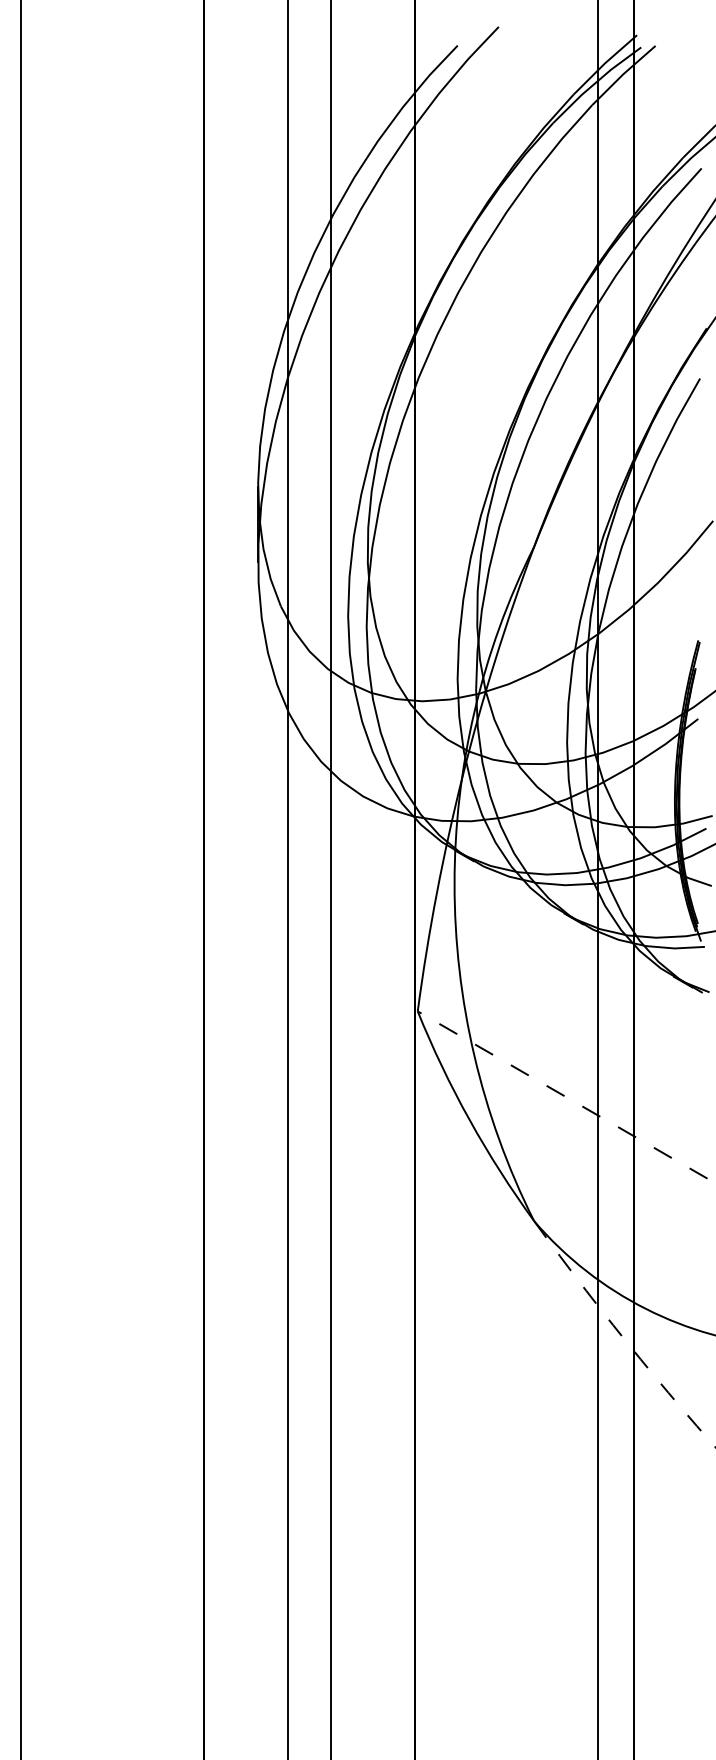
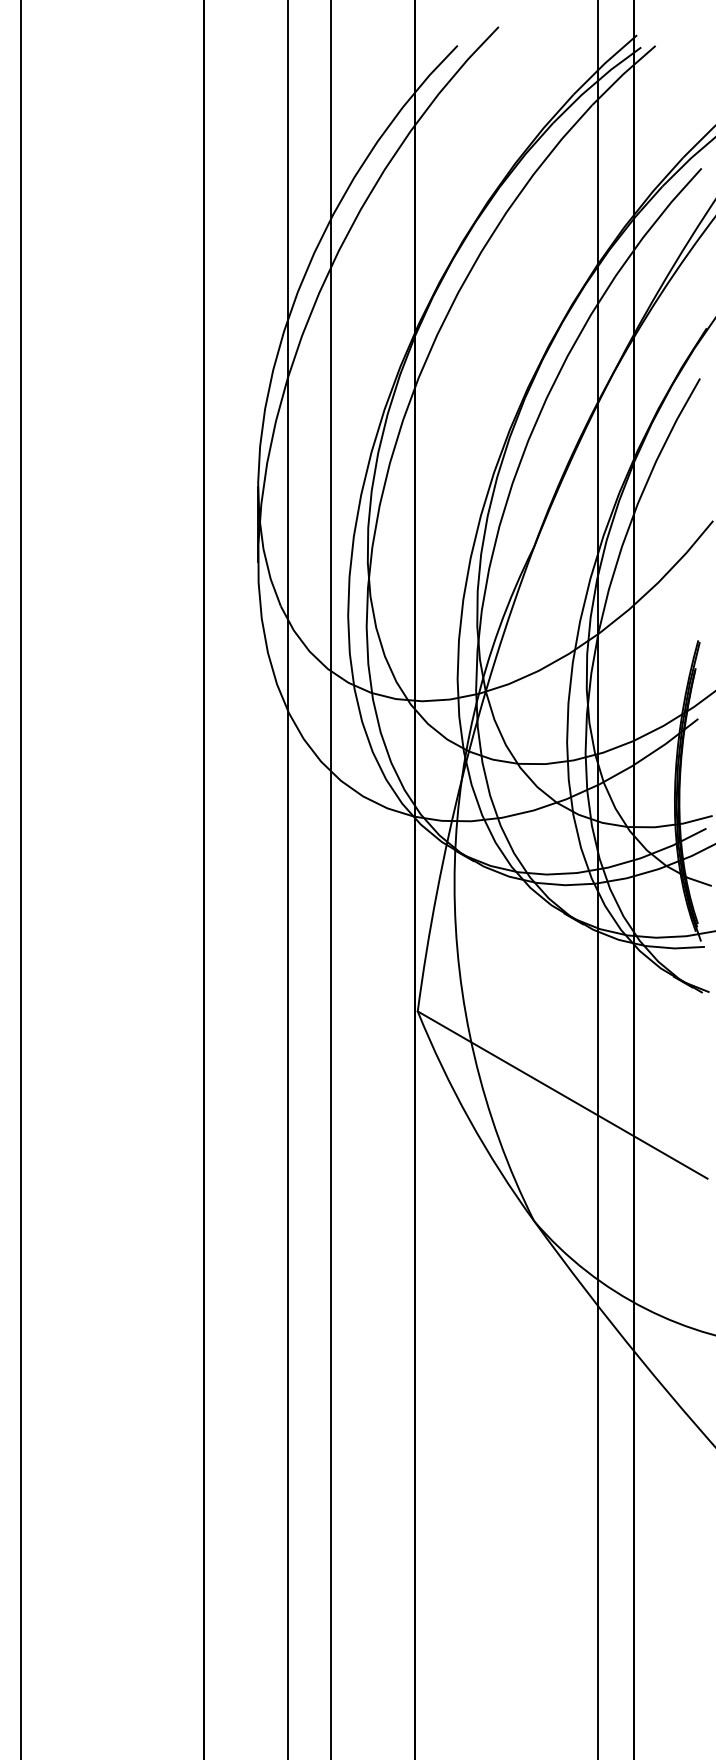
line at (562, 1094): dashed -> solid
arc at (622, 1336): dashed -> solid
